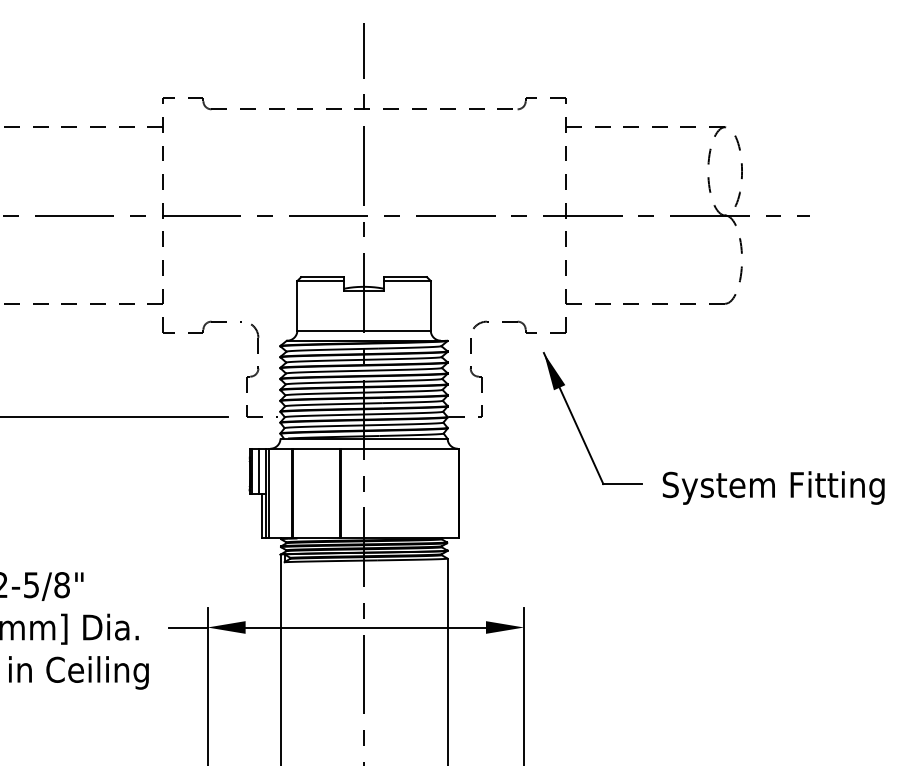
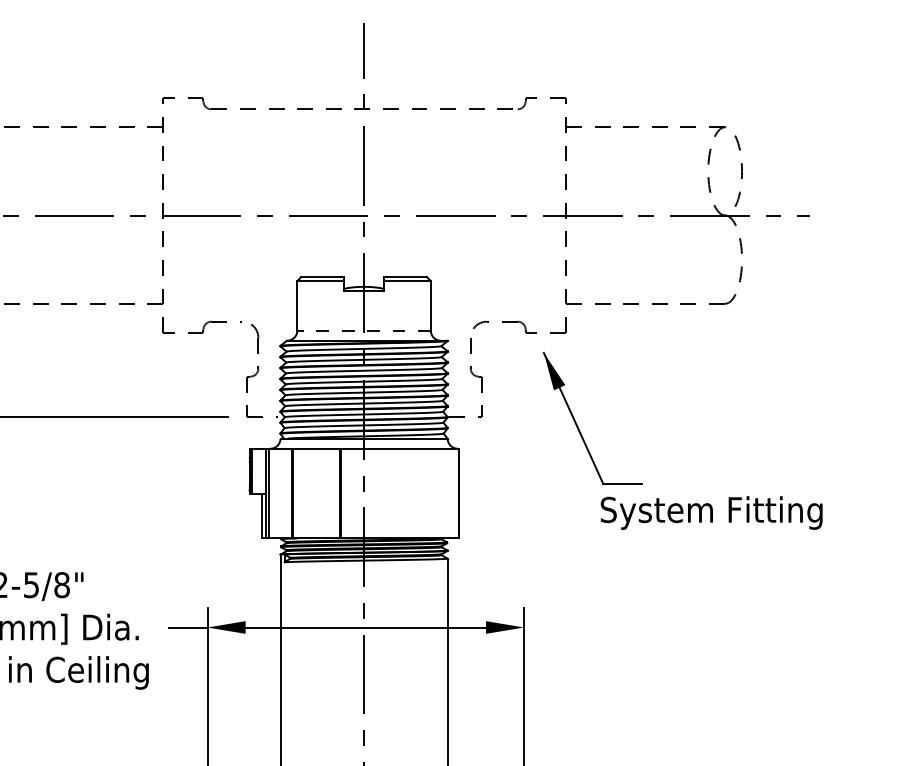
line at (364, 330): solid -> dashed
line at (259, 471): present -> none
text at (773, 487) position: (773, 487) -> (711, 512)
